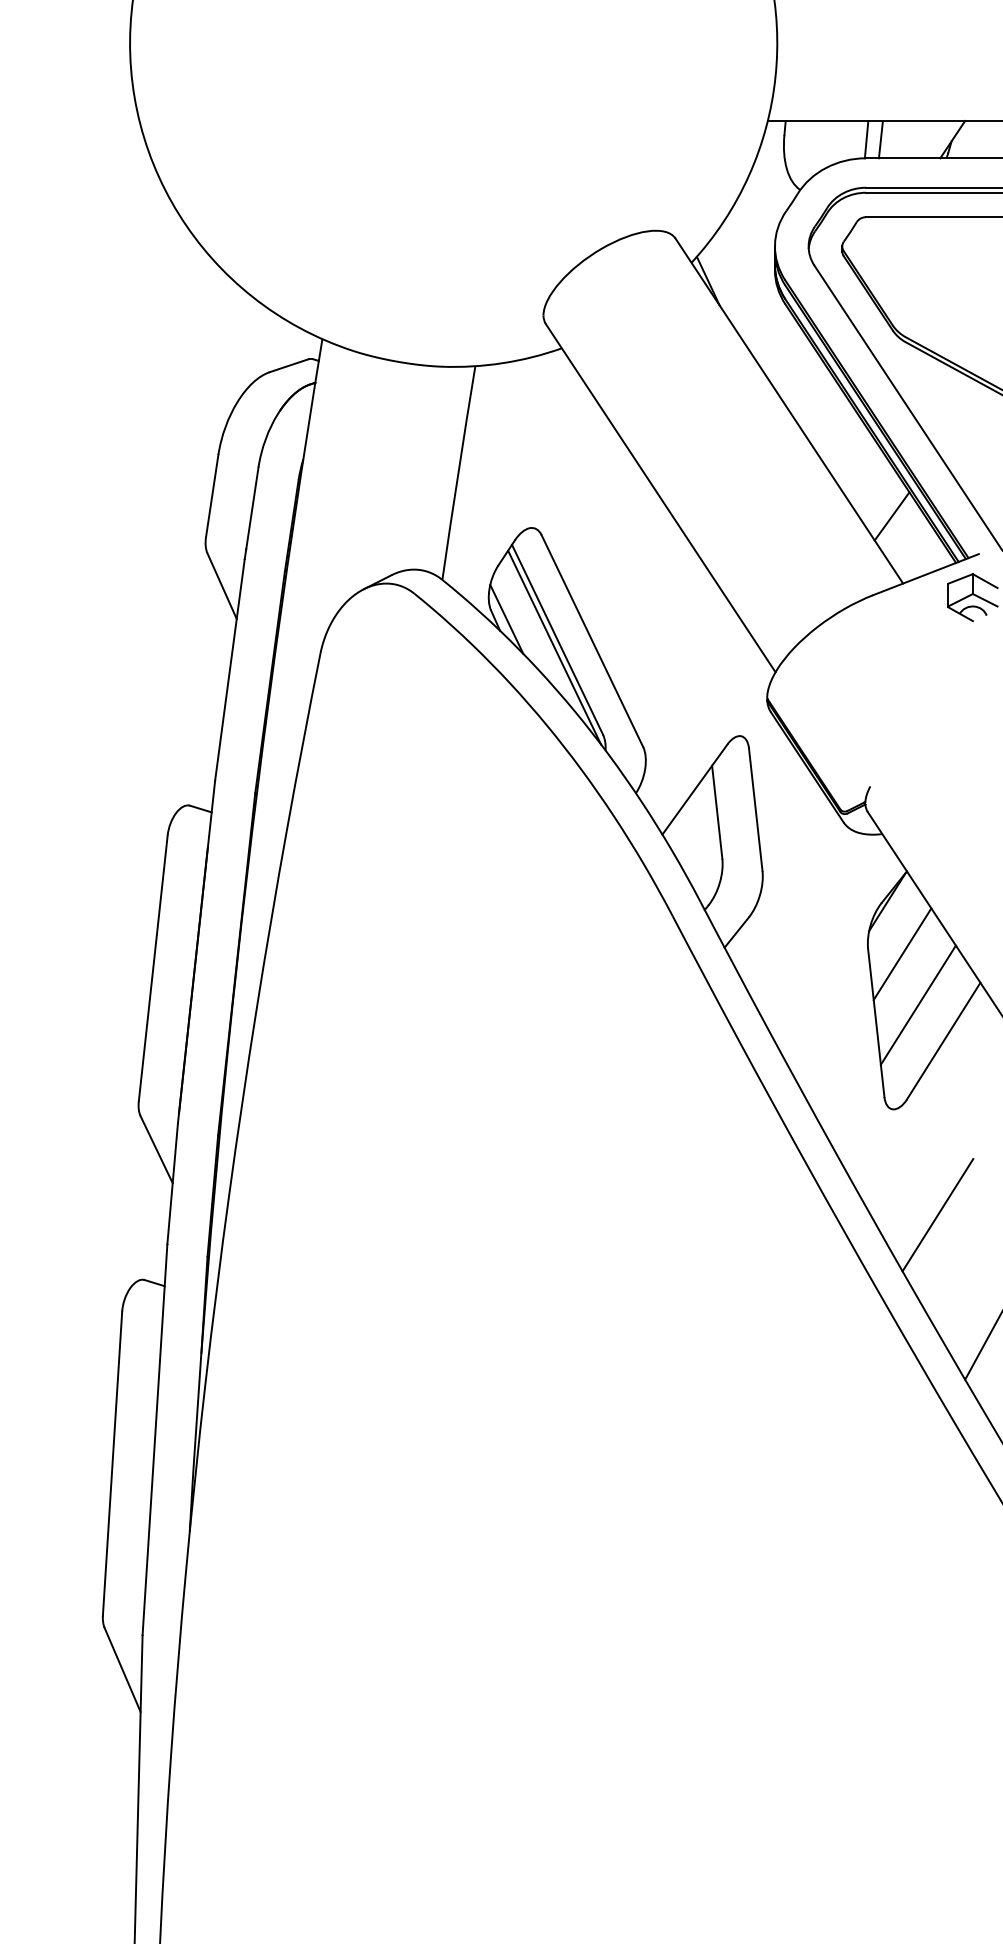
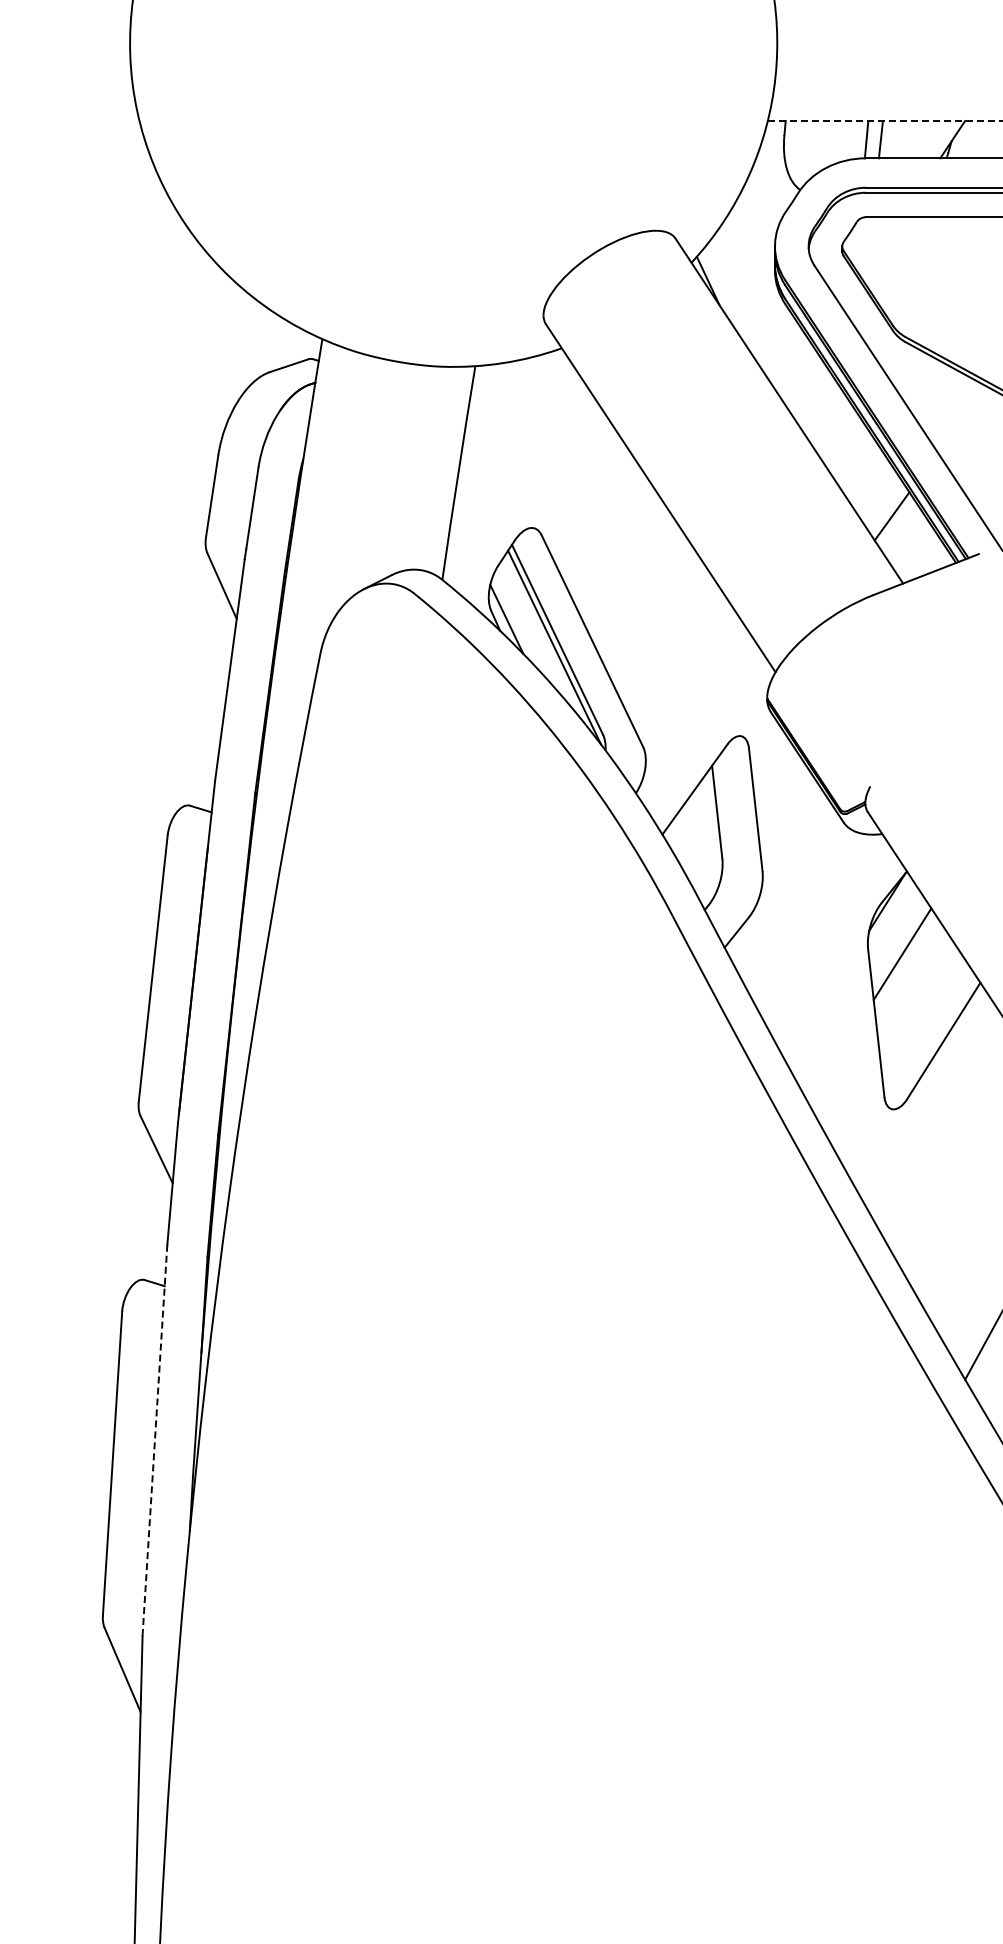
line at (885, 121): solid -> dashed
part at (972, 597): present -> none
line at (917, 1004): present -> none
line at (937, 1215): present -> none
line at (154, 1440): solid -> dashed
